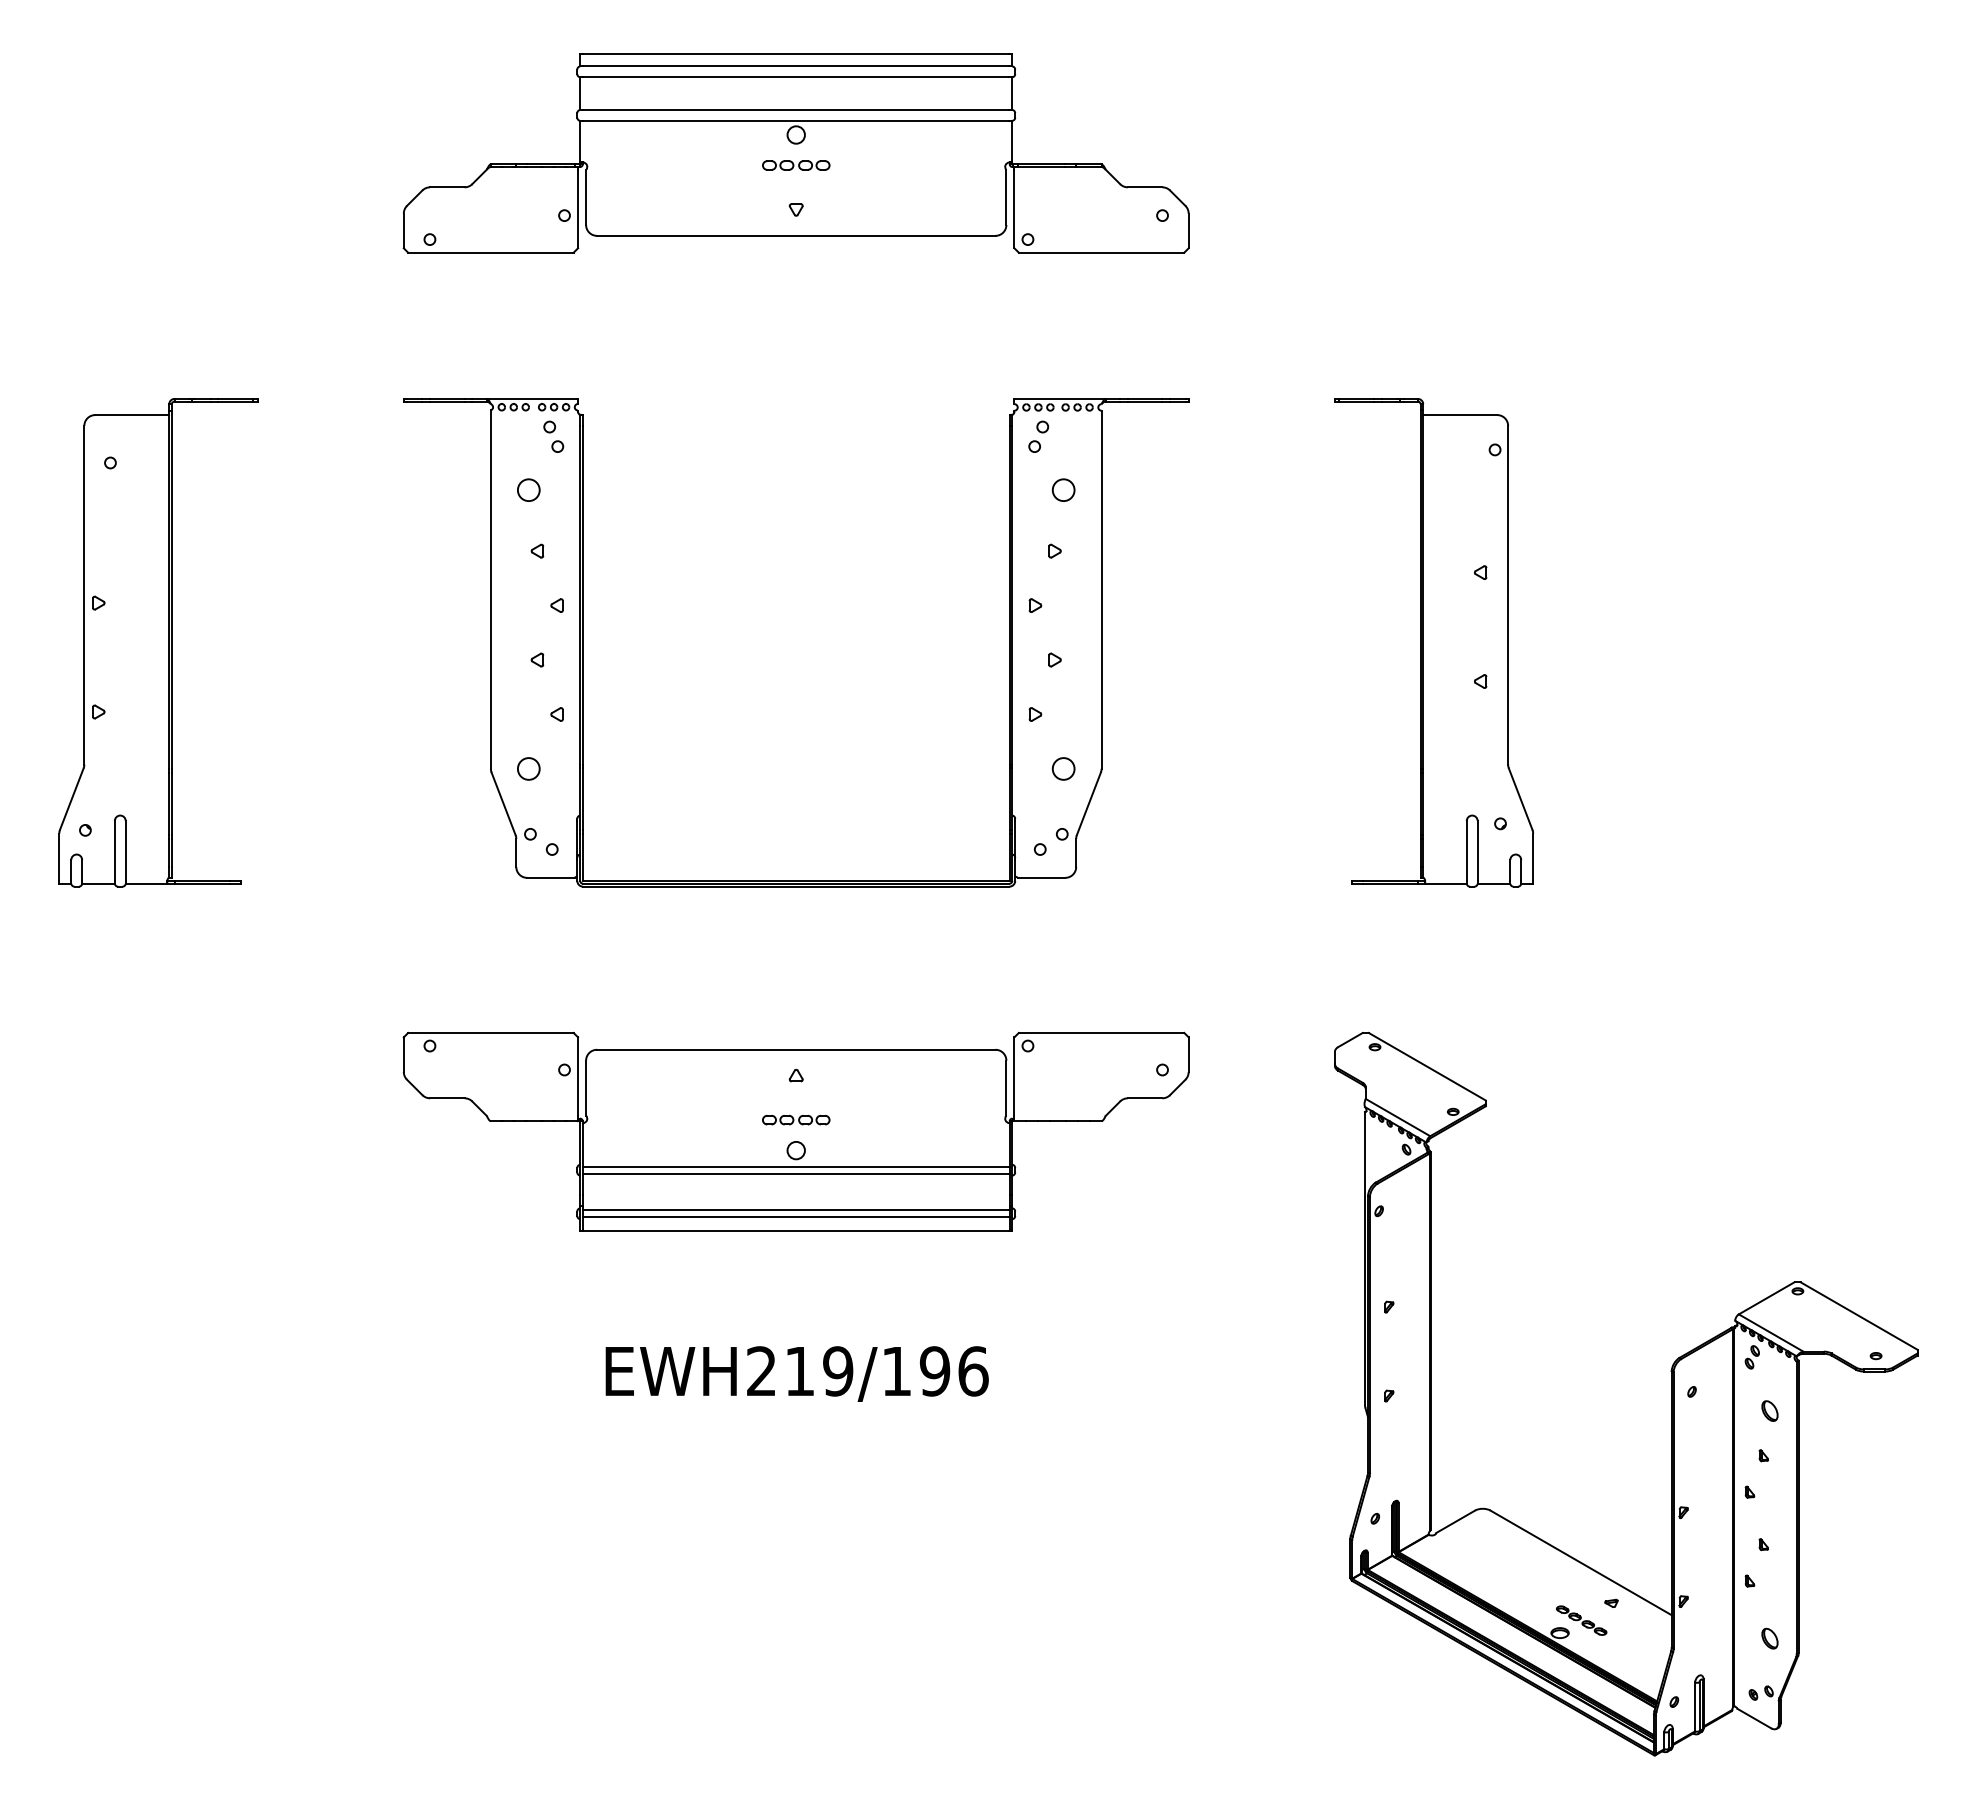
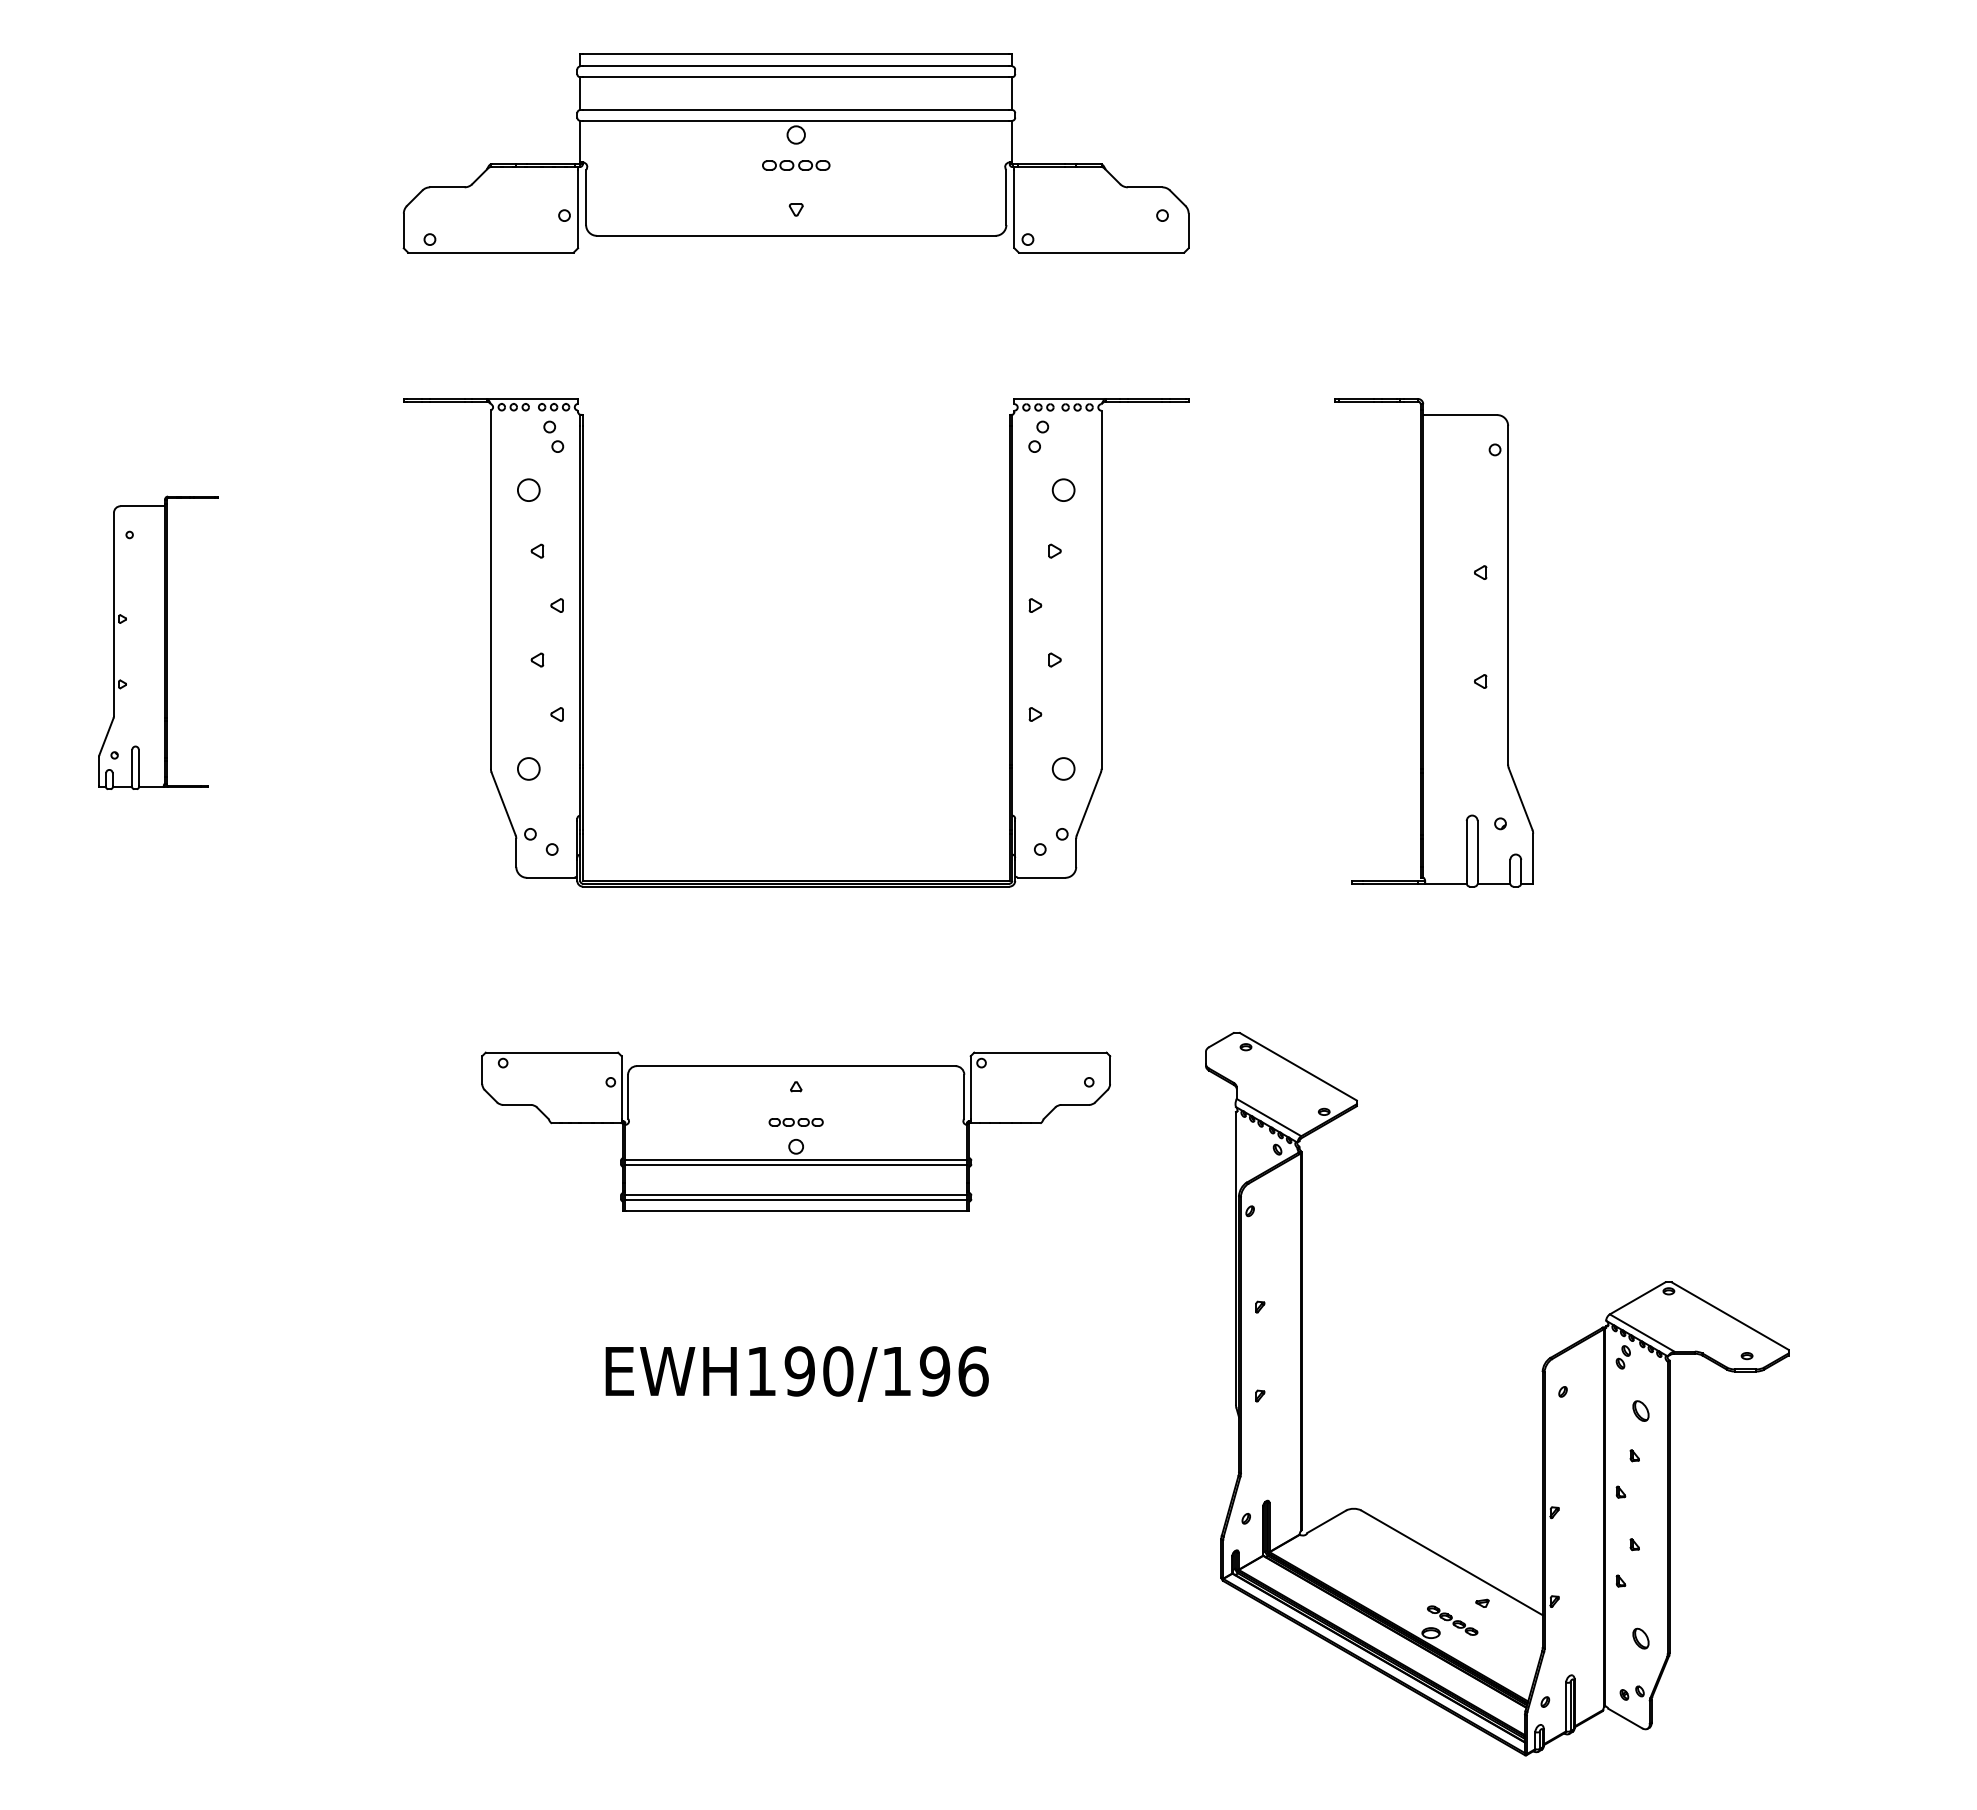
part at (158, 642) size: 201x490 px -> 121x295 px
part at (795, 1131) size: 788x201 px -> 631x161 px
text at (800, 1371): EWH219/196 -> EWH190/196
part at (1671, 1394) position: (1671, 1394) -> (1542, 1394)
